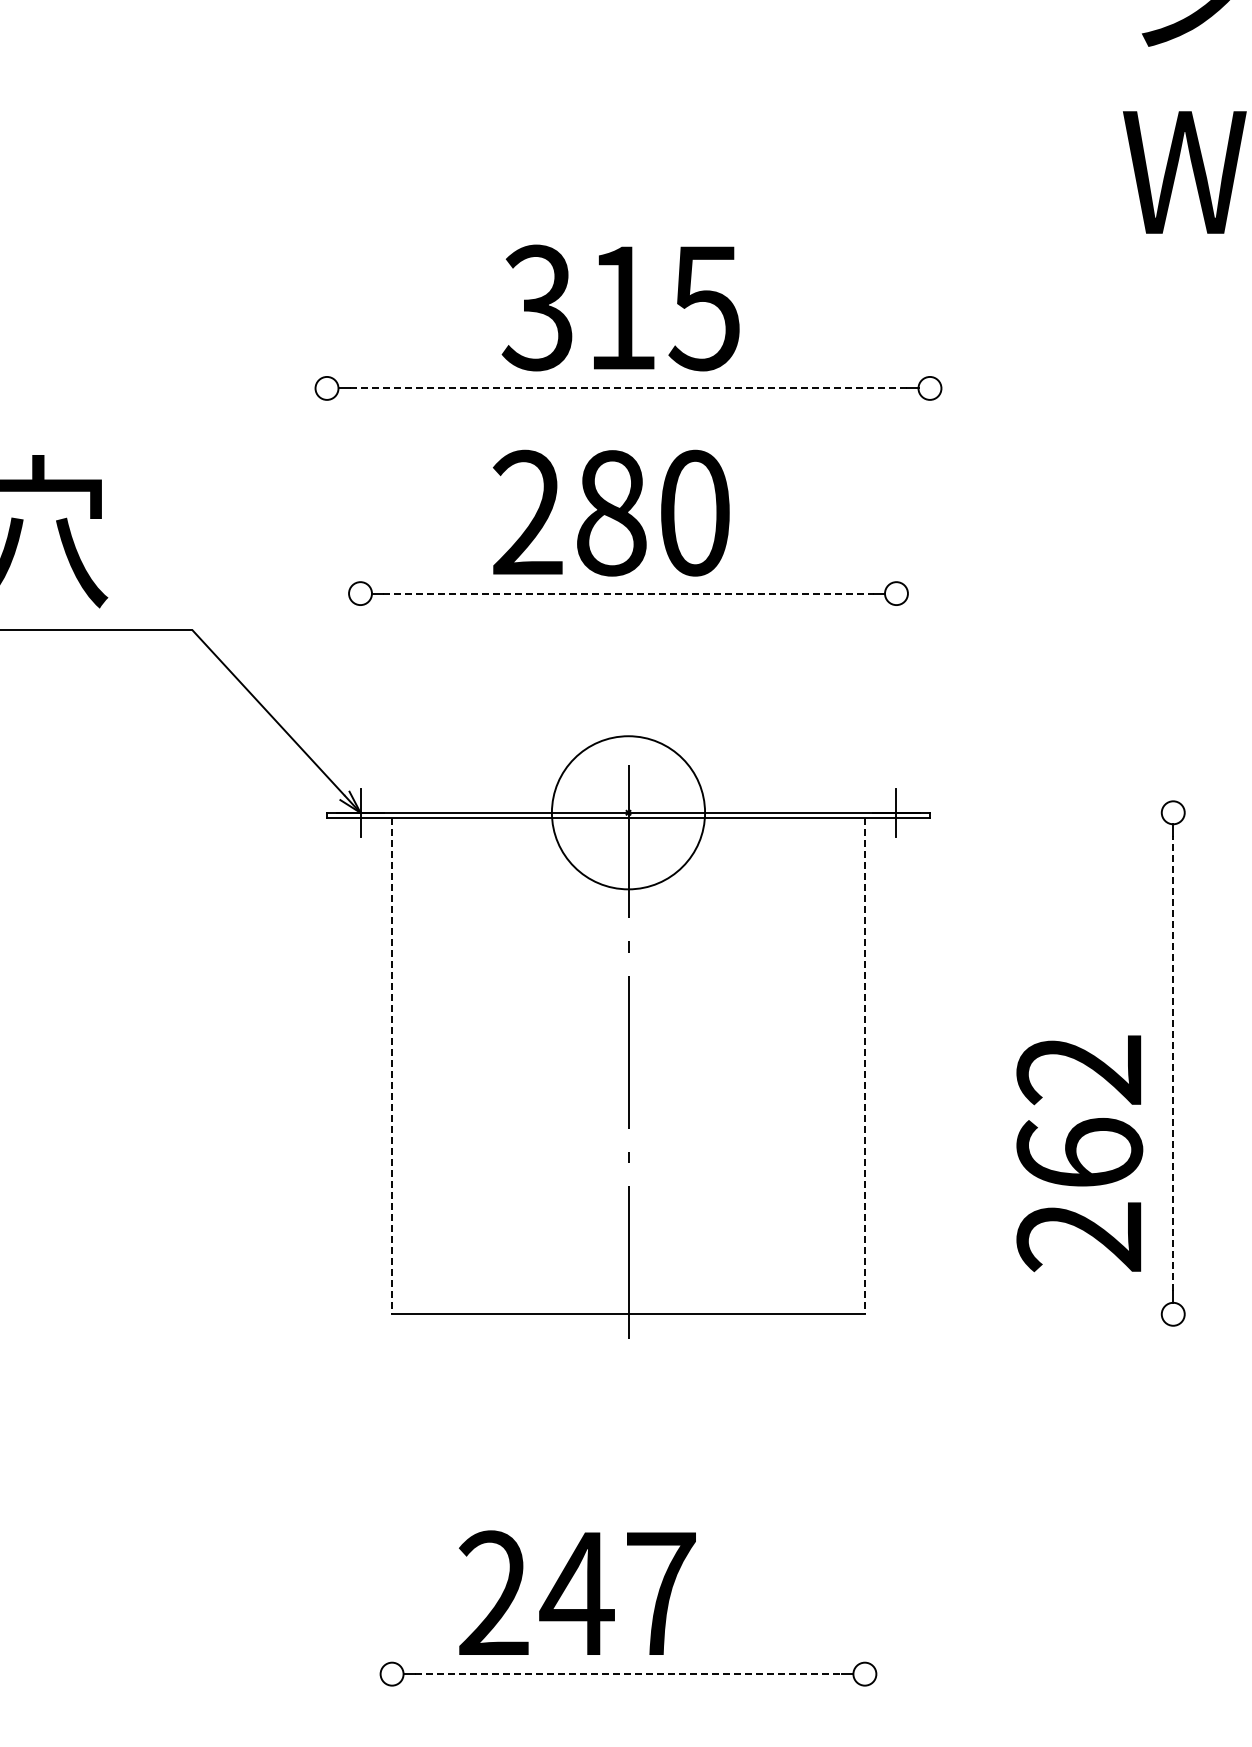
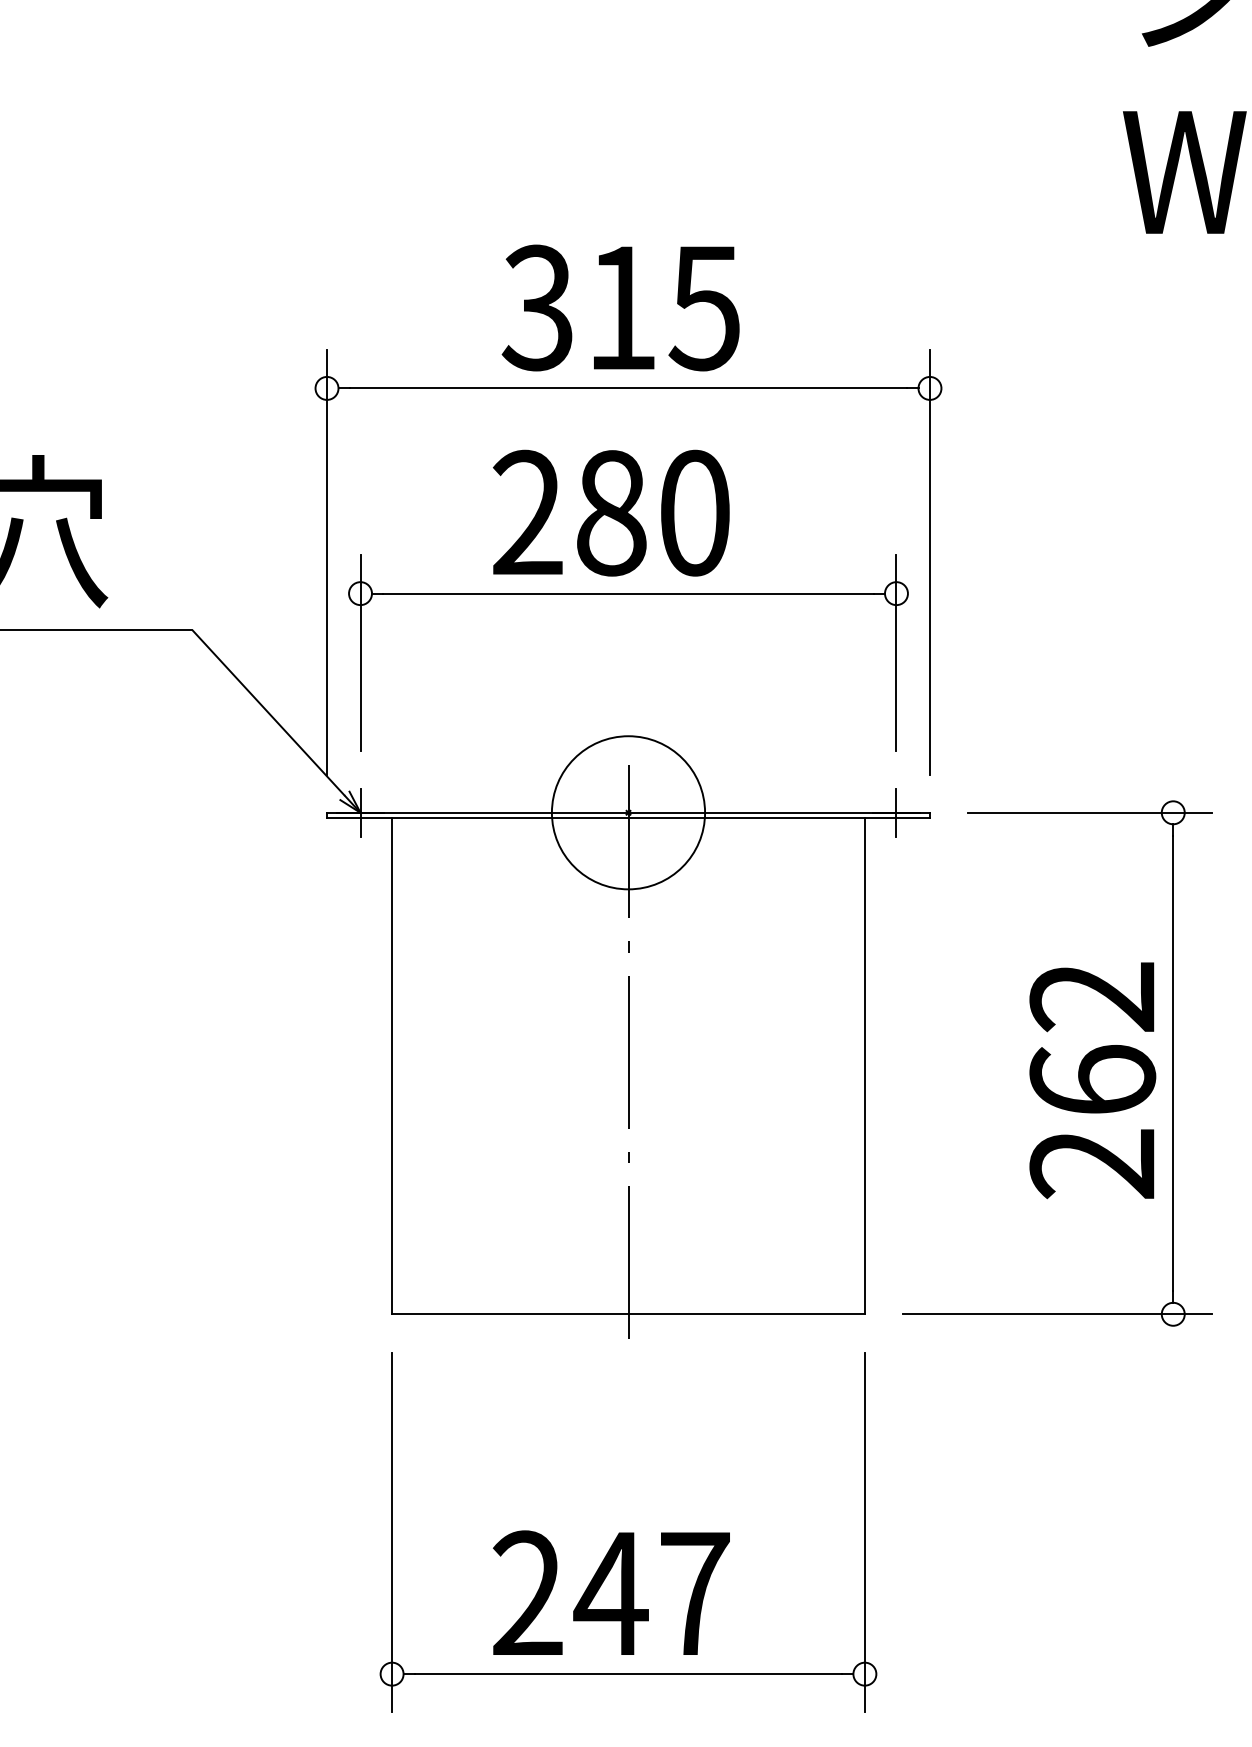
line at (628, 388): dashed -> solid
line at (327, 562): none -> present
line at (929, 562): none -> present
line at (629, 593): dashed -> solid
line at (360, 652): none -> present
line at (896, 652): none -> present
line at (1089, 812): none -> present
line at (1173, 1063): dashed -> solid
line at (392, 1066): dashed -> solid
line at (864, 1066): dashed -> solid
text at (1079, 1153) position: (1079, 1153) -> (1092, 1080)
line at (1057, 1314): none -> present
line at (392, 1532): none -> present
line at (864, 1532): none -> present
text at (577, 1592) position: (577, 1592) -> (611, 1592)
line at (629, 1674): dashed -> solid
